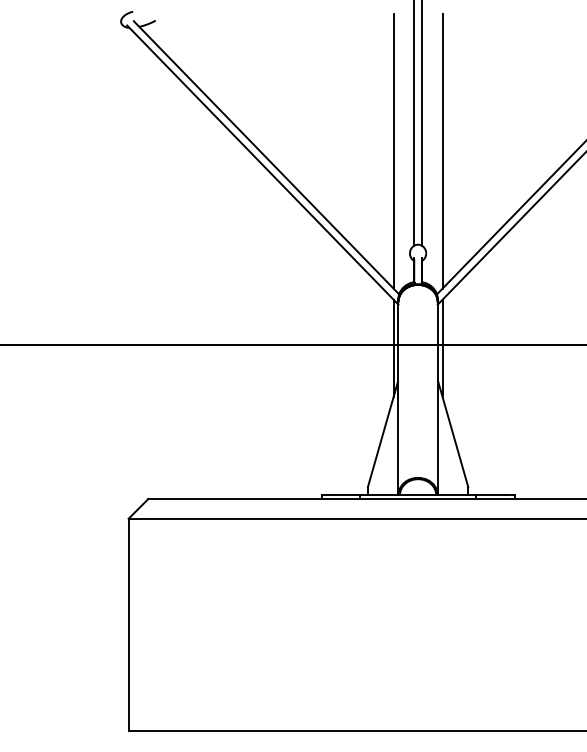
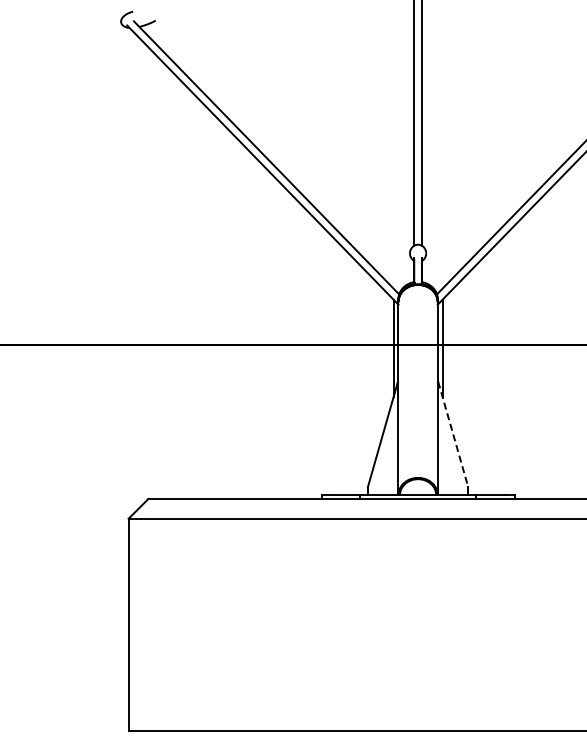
line at (393, 150): present -> none
line at (442, 150): present -> none
line at (453, 434): solid -> dashed
